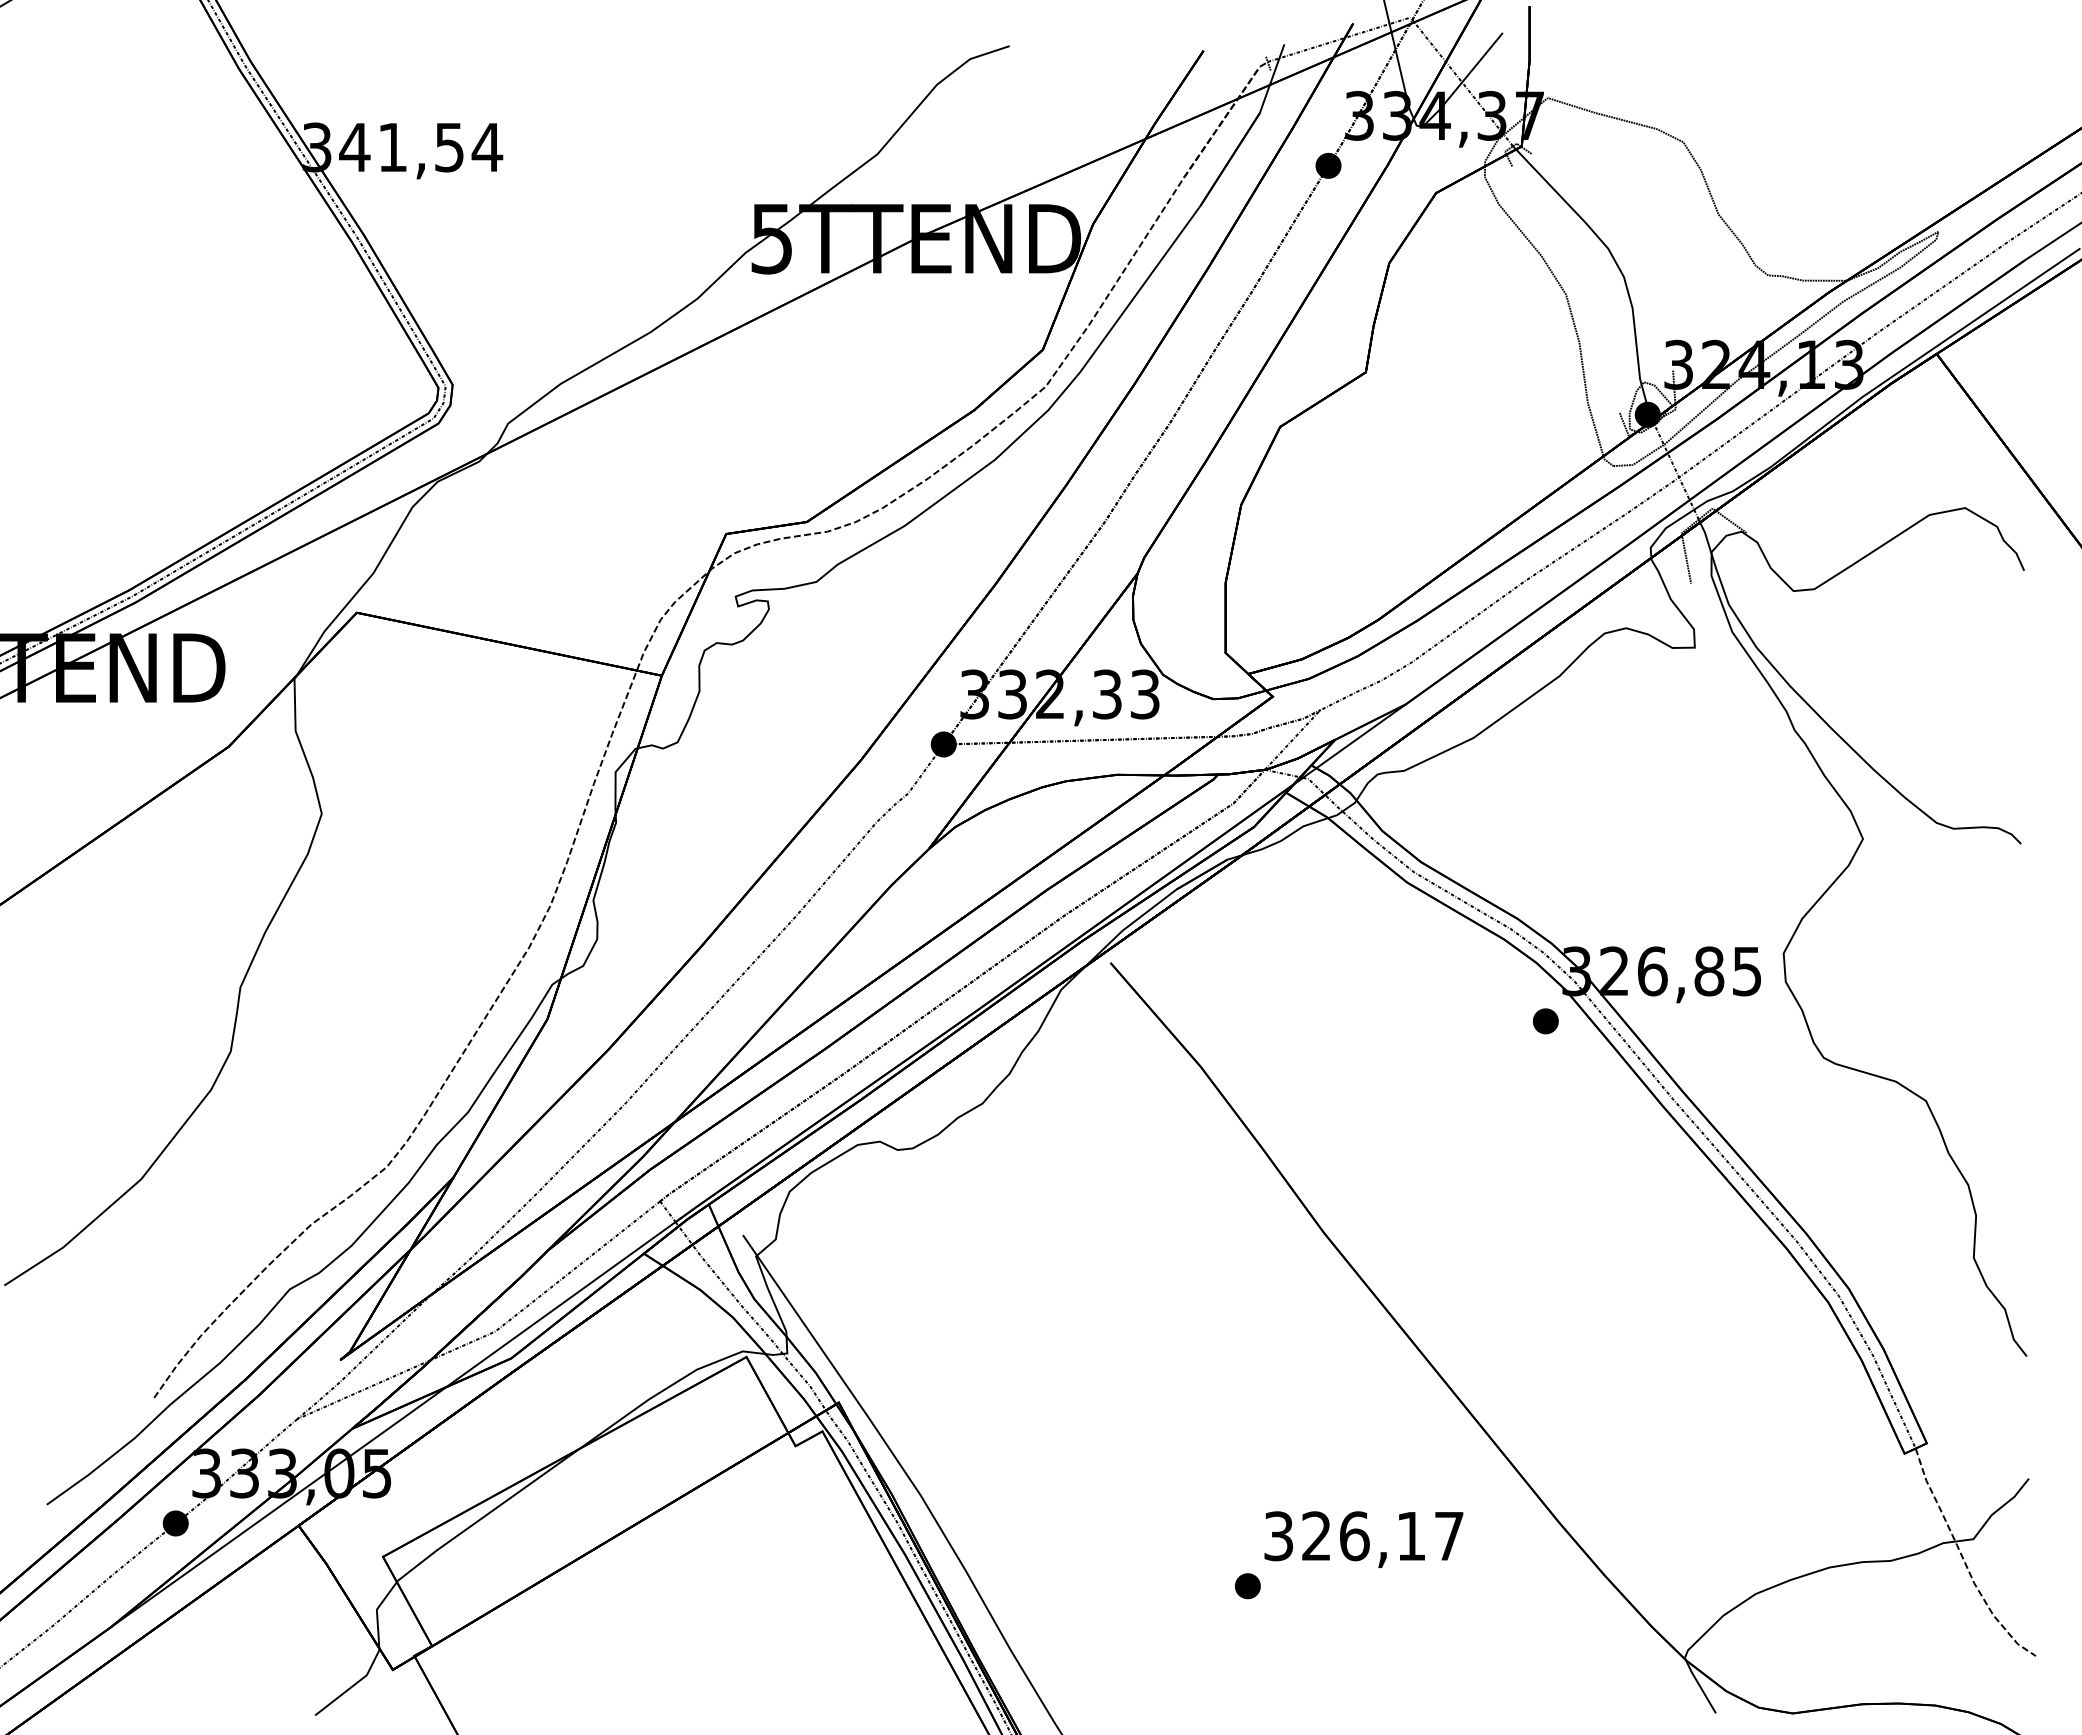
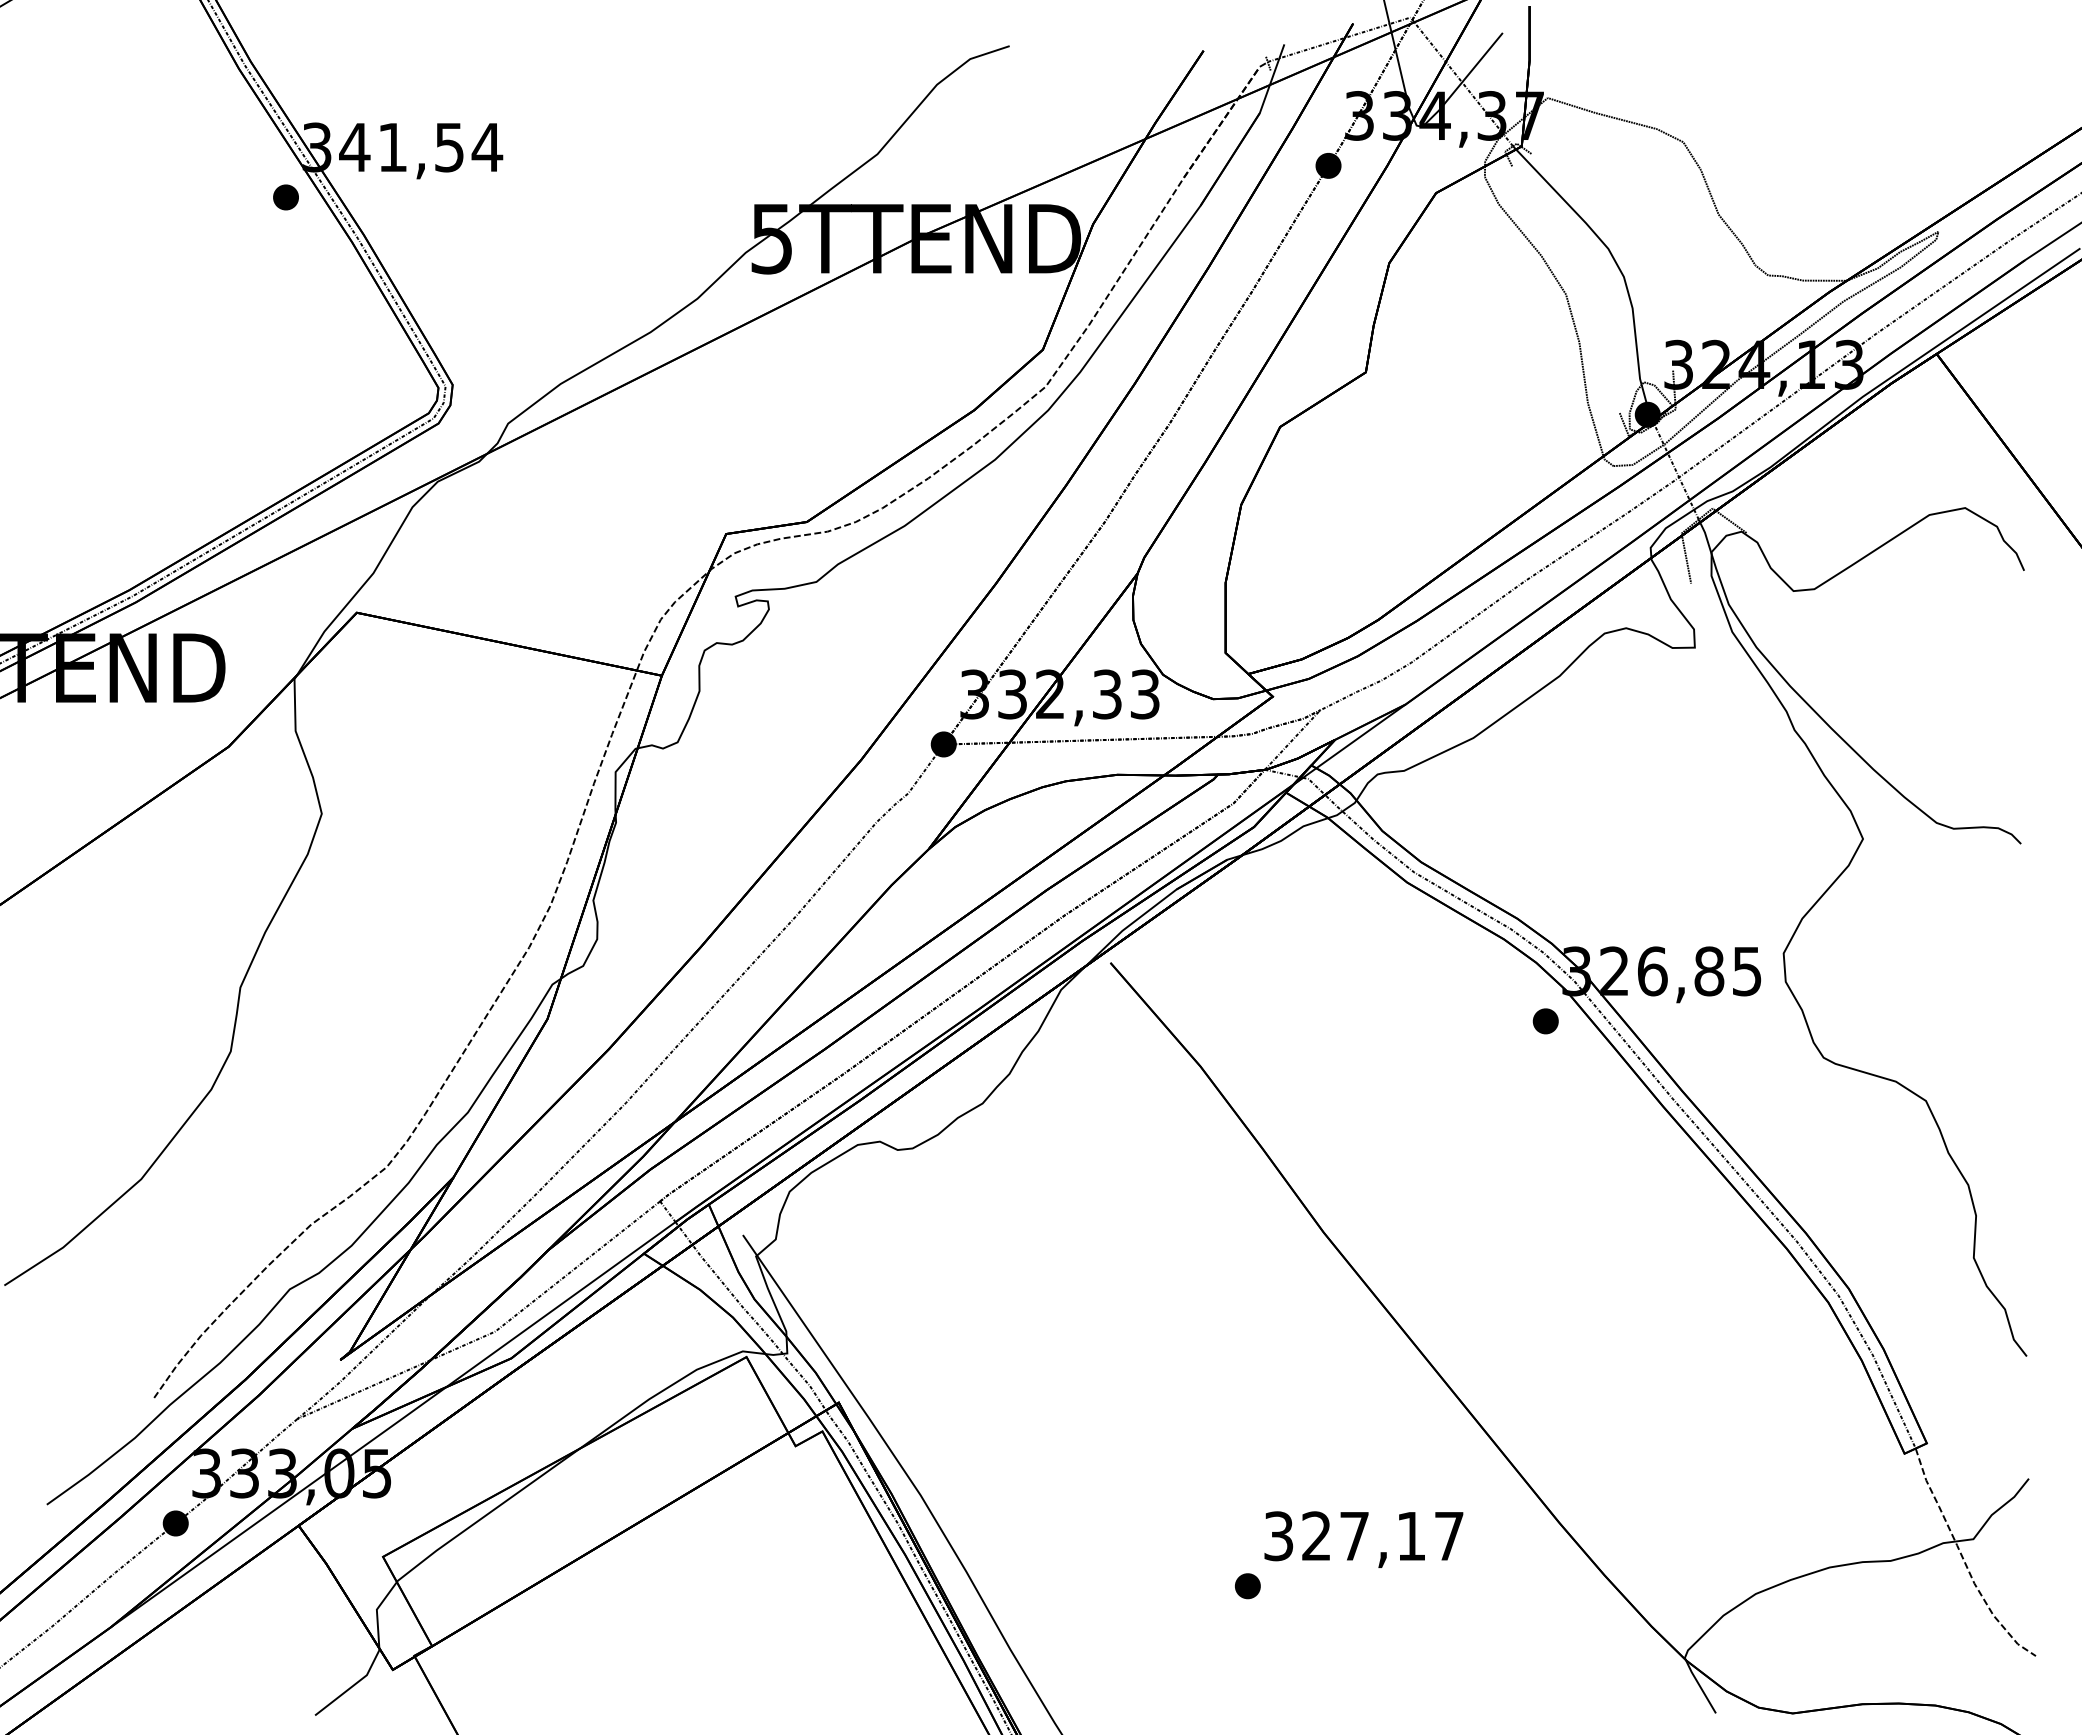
part at (285, 197): none -> present
text at (1354, 1536): 326,17 -> 327,17
